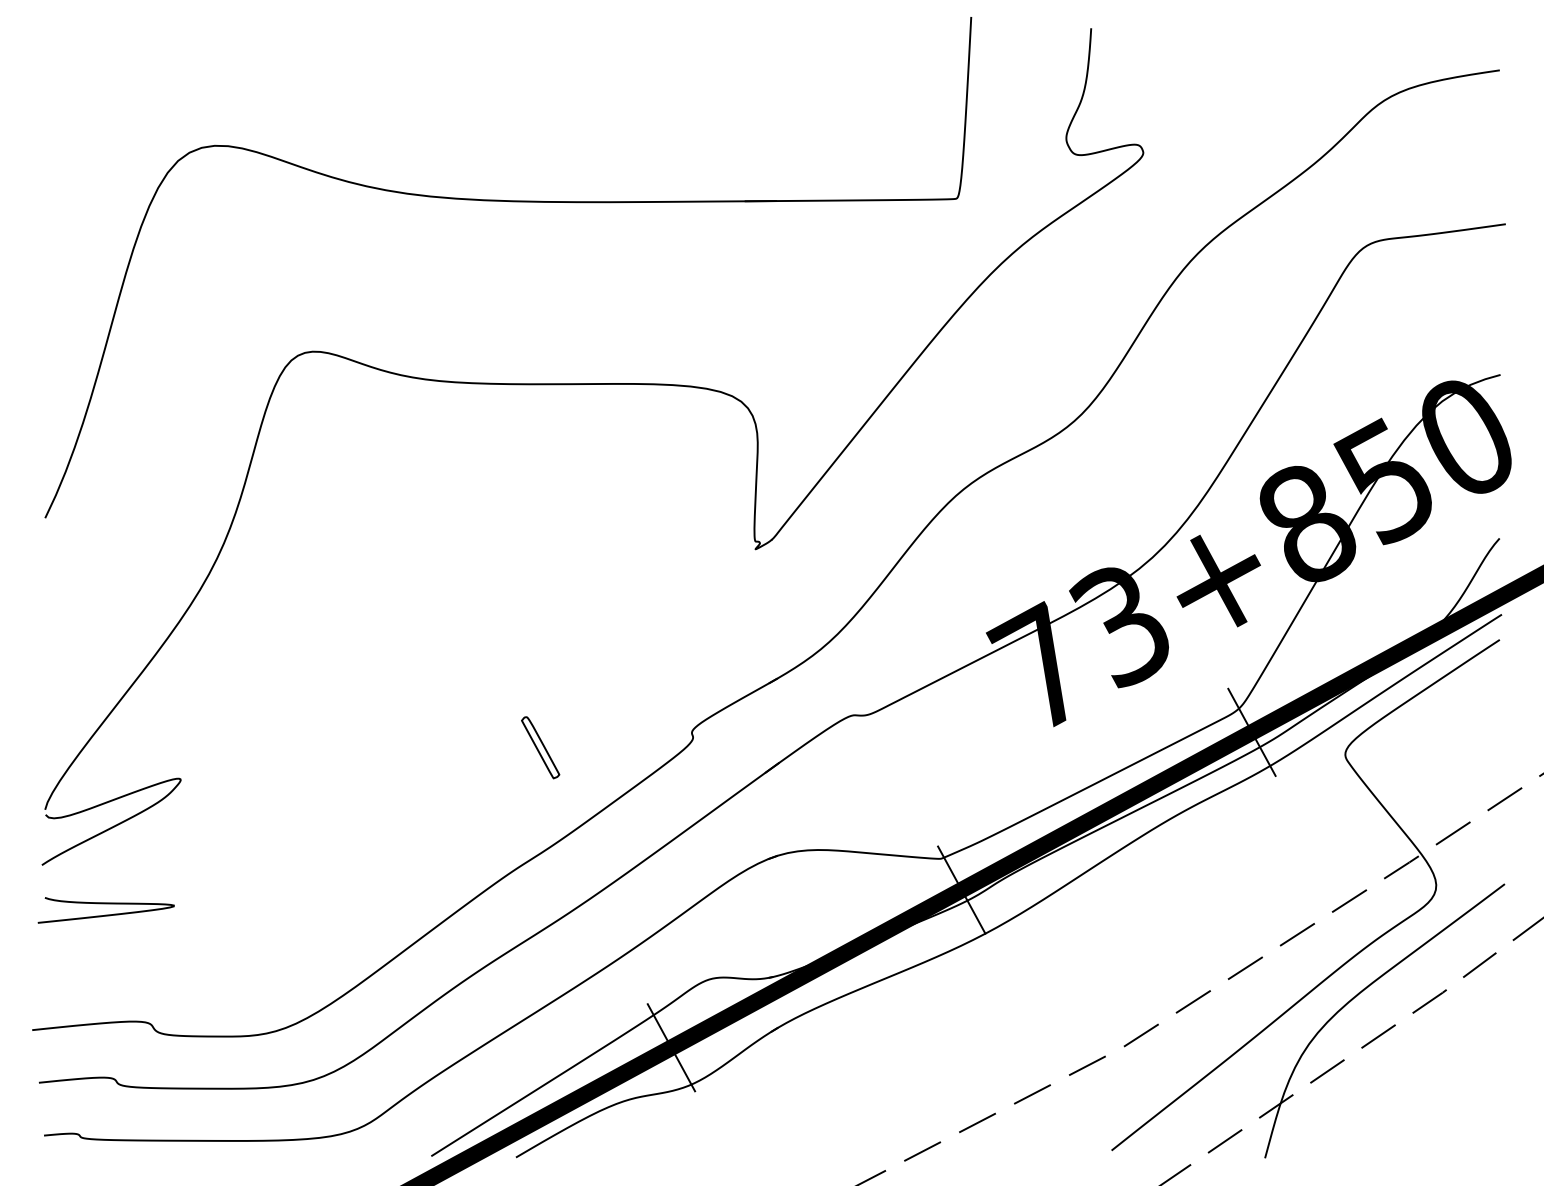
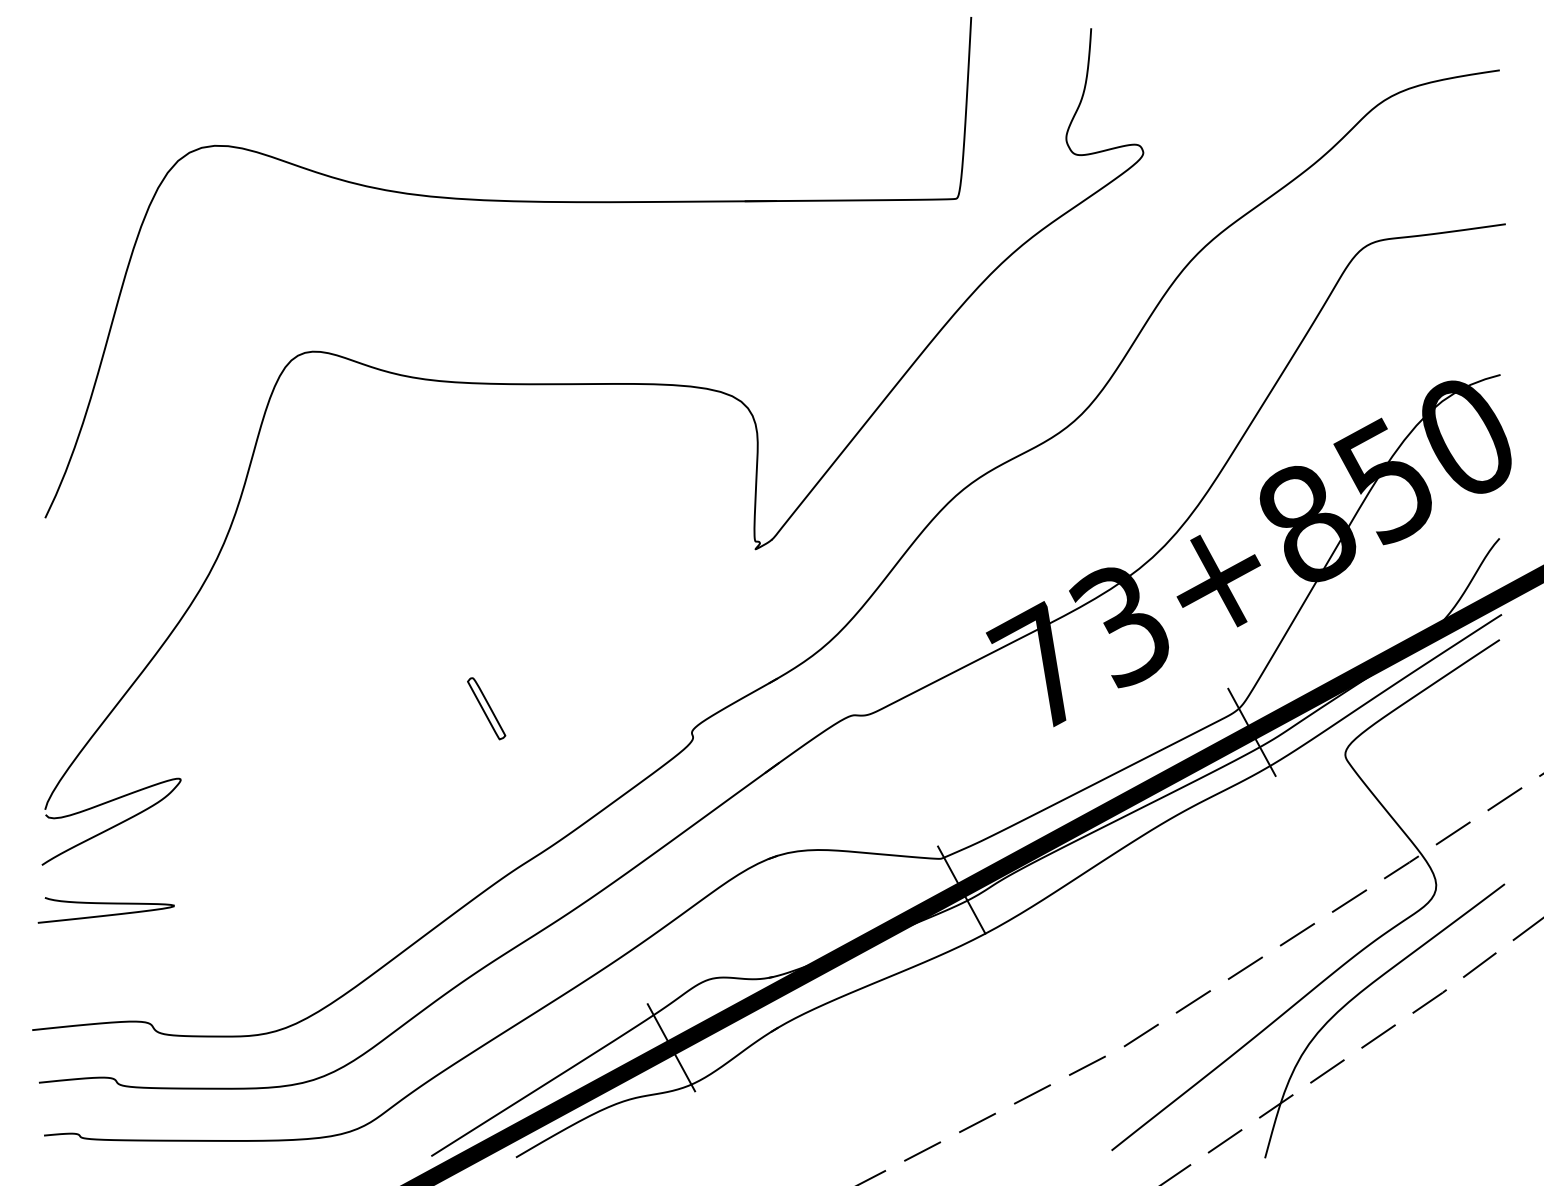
part at (540, 747) position: (540, 747) -> (486, 708)
